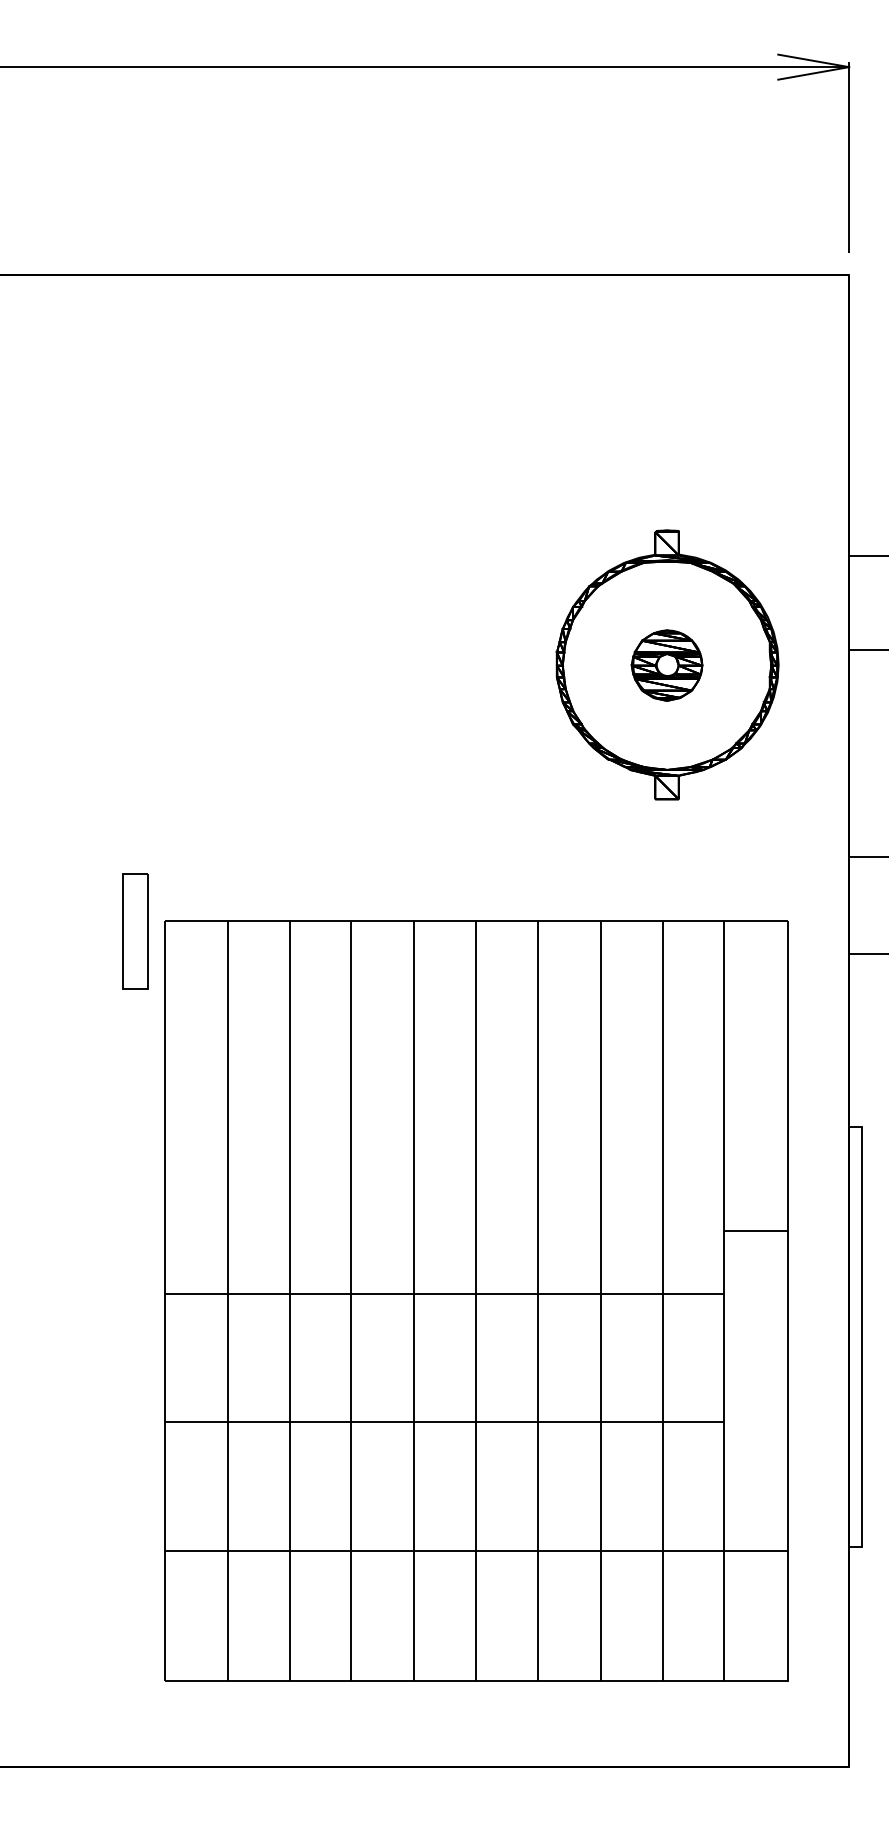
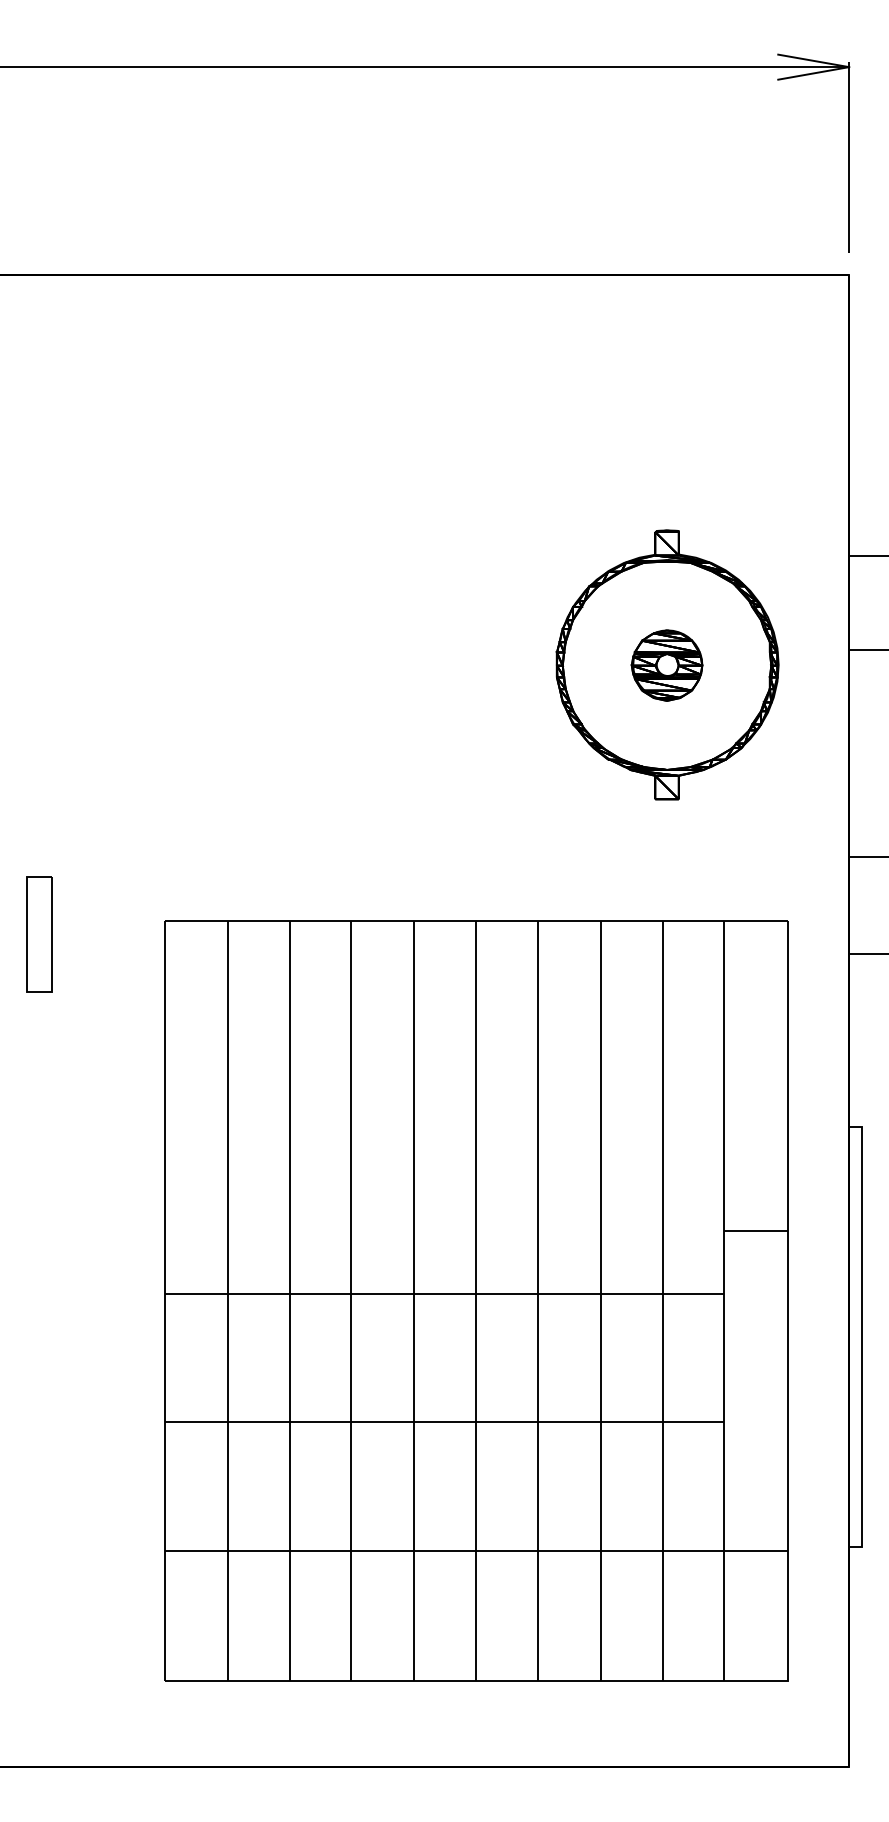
part at (135, 931) position: (135, 931) -> (39, 934)
